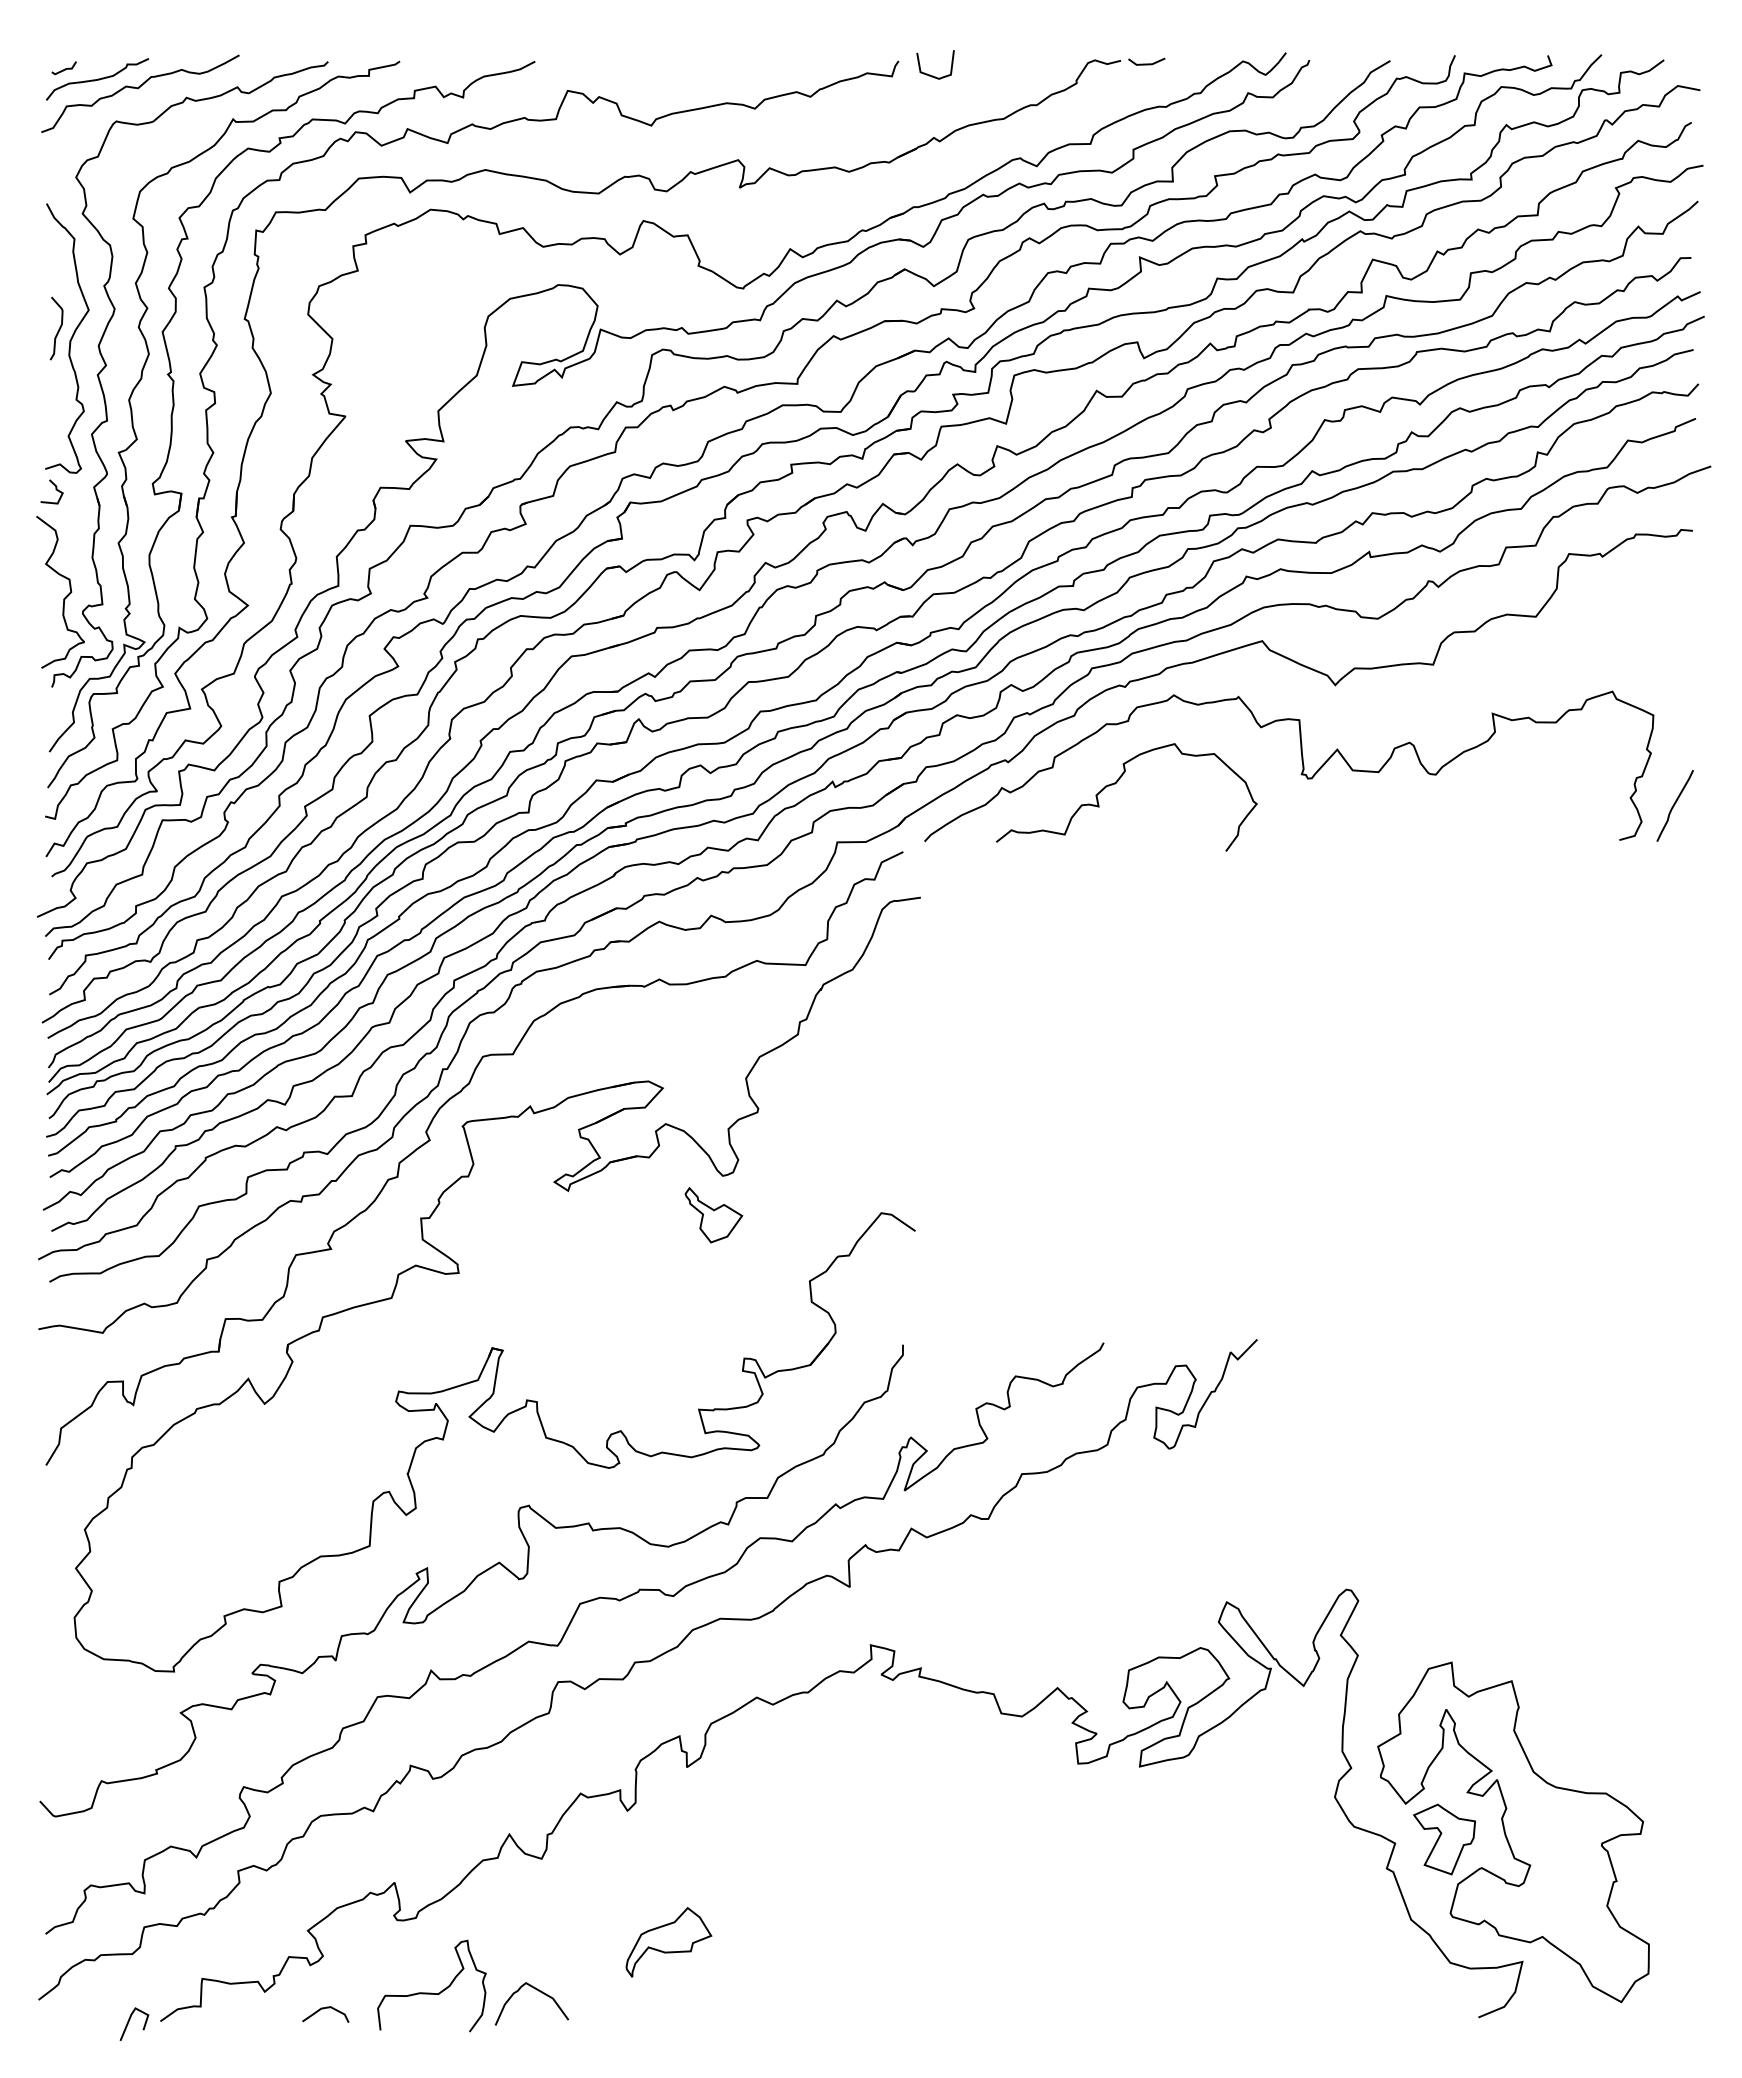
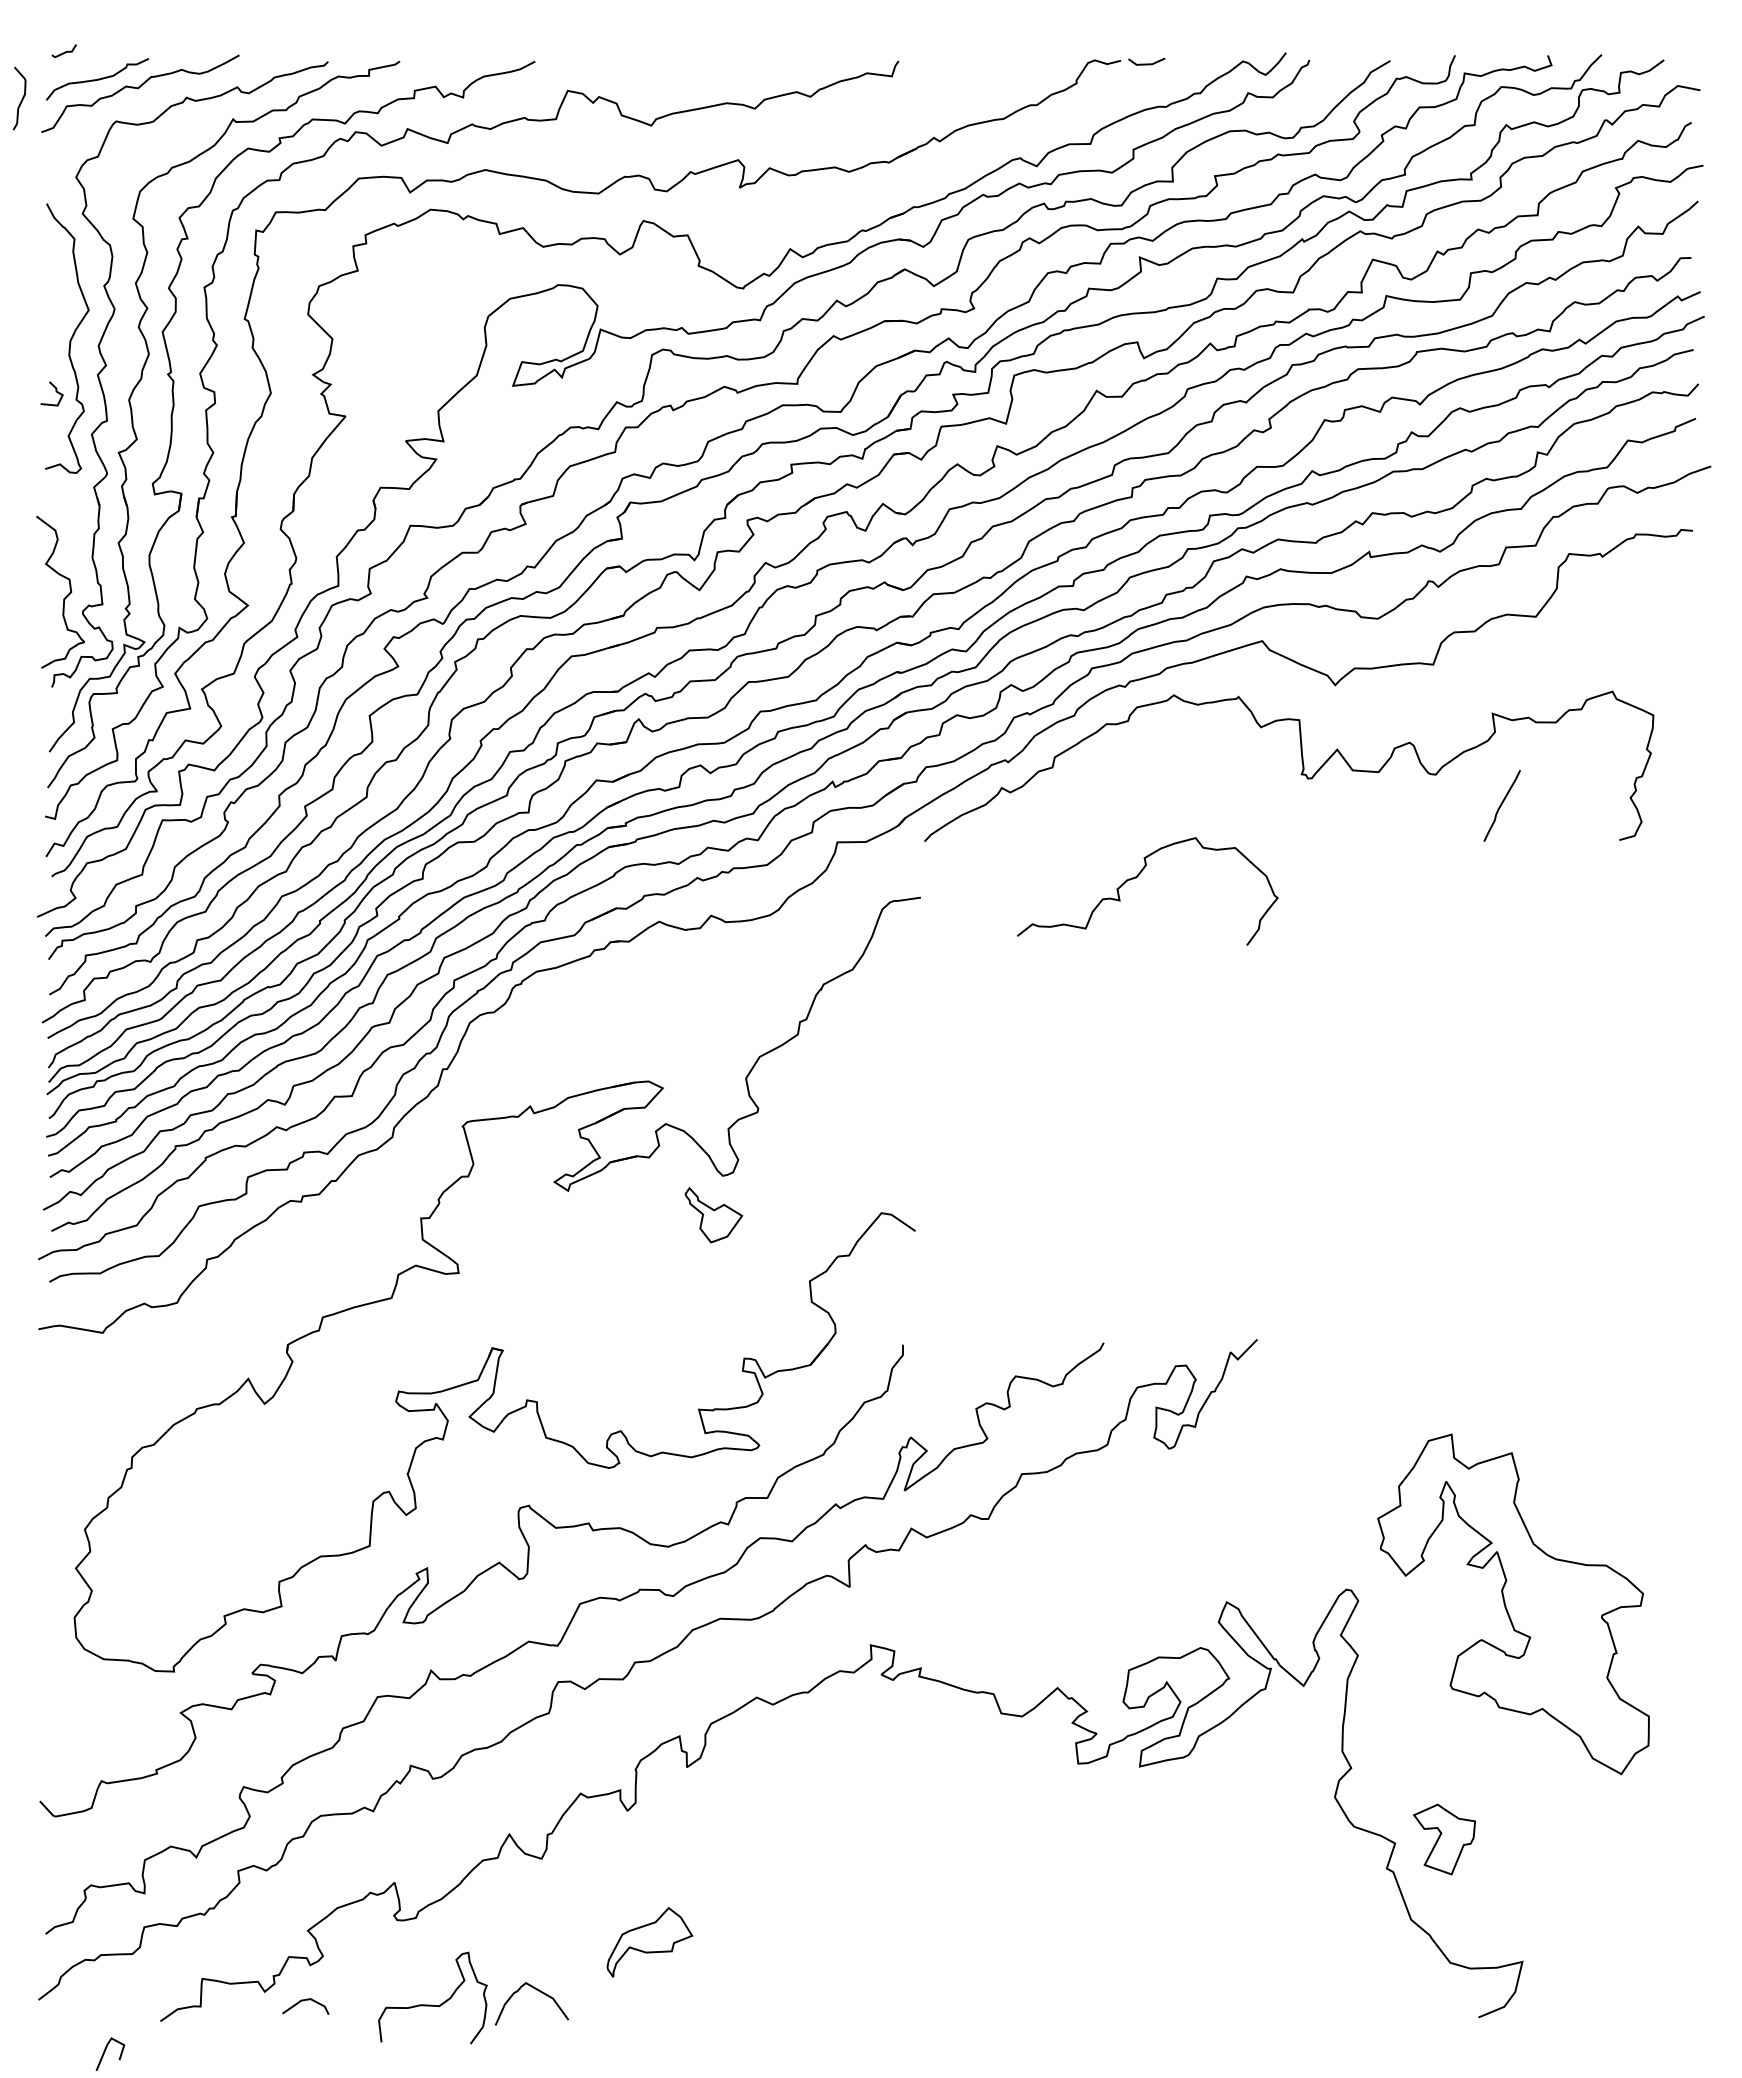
line at (64, 68) position: (64, 68) -> (64, 51)
curve at (930, 74): present -> none
curve at (58, 329) position: (58, 329) -> (21, 99)
curve at (55, 489) position: (55, 489) -> (55, 391)
curve at (1115, 784) position: (1115, 784) -> (1136, 878)
curve at (1674, 805) position: (1674, 805) -> (1501, 805)
part at (430, 1140): present -> none
part at (1513, 1832) position: (1513, 1832) -> (1513, 1604)
part at (668, 1942) position: (668, 1942) -> (649, 1942)
curve at (431, 1992) position: (431, 1992) -> (432, 2004)
curve at (323, 2009) position: (323, 2009) -> (303, 2001)
line at (129, 2022) position: (129, 2022) -> (105, 2052)
